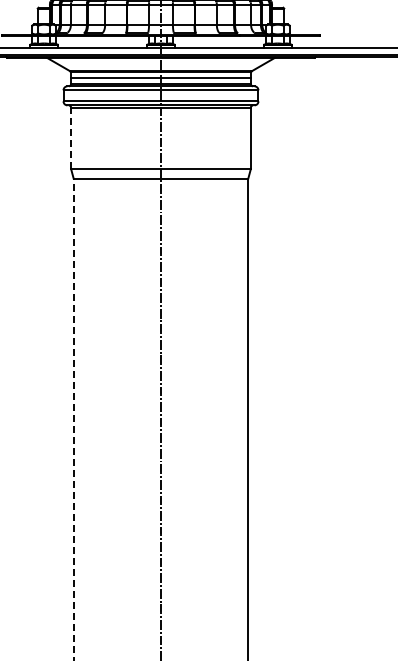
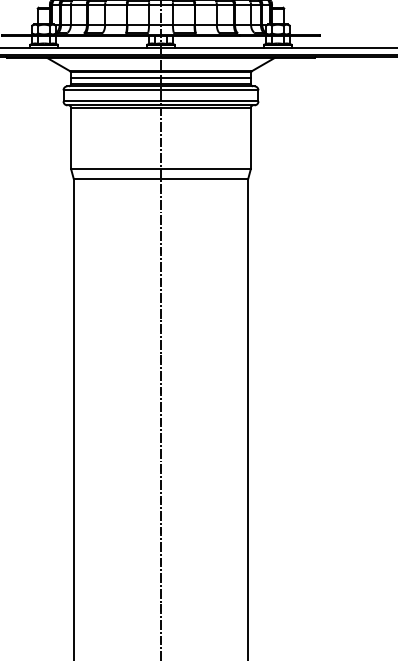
line at (71, 138): dashed -> solid
line at (73, 419): dashed -> solid
